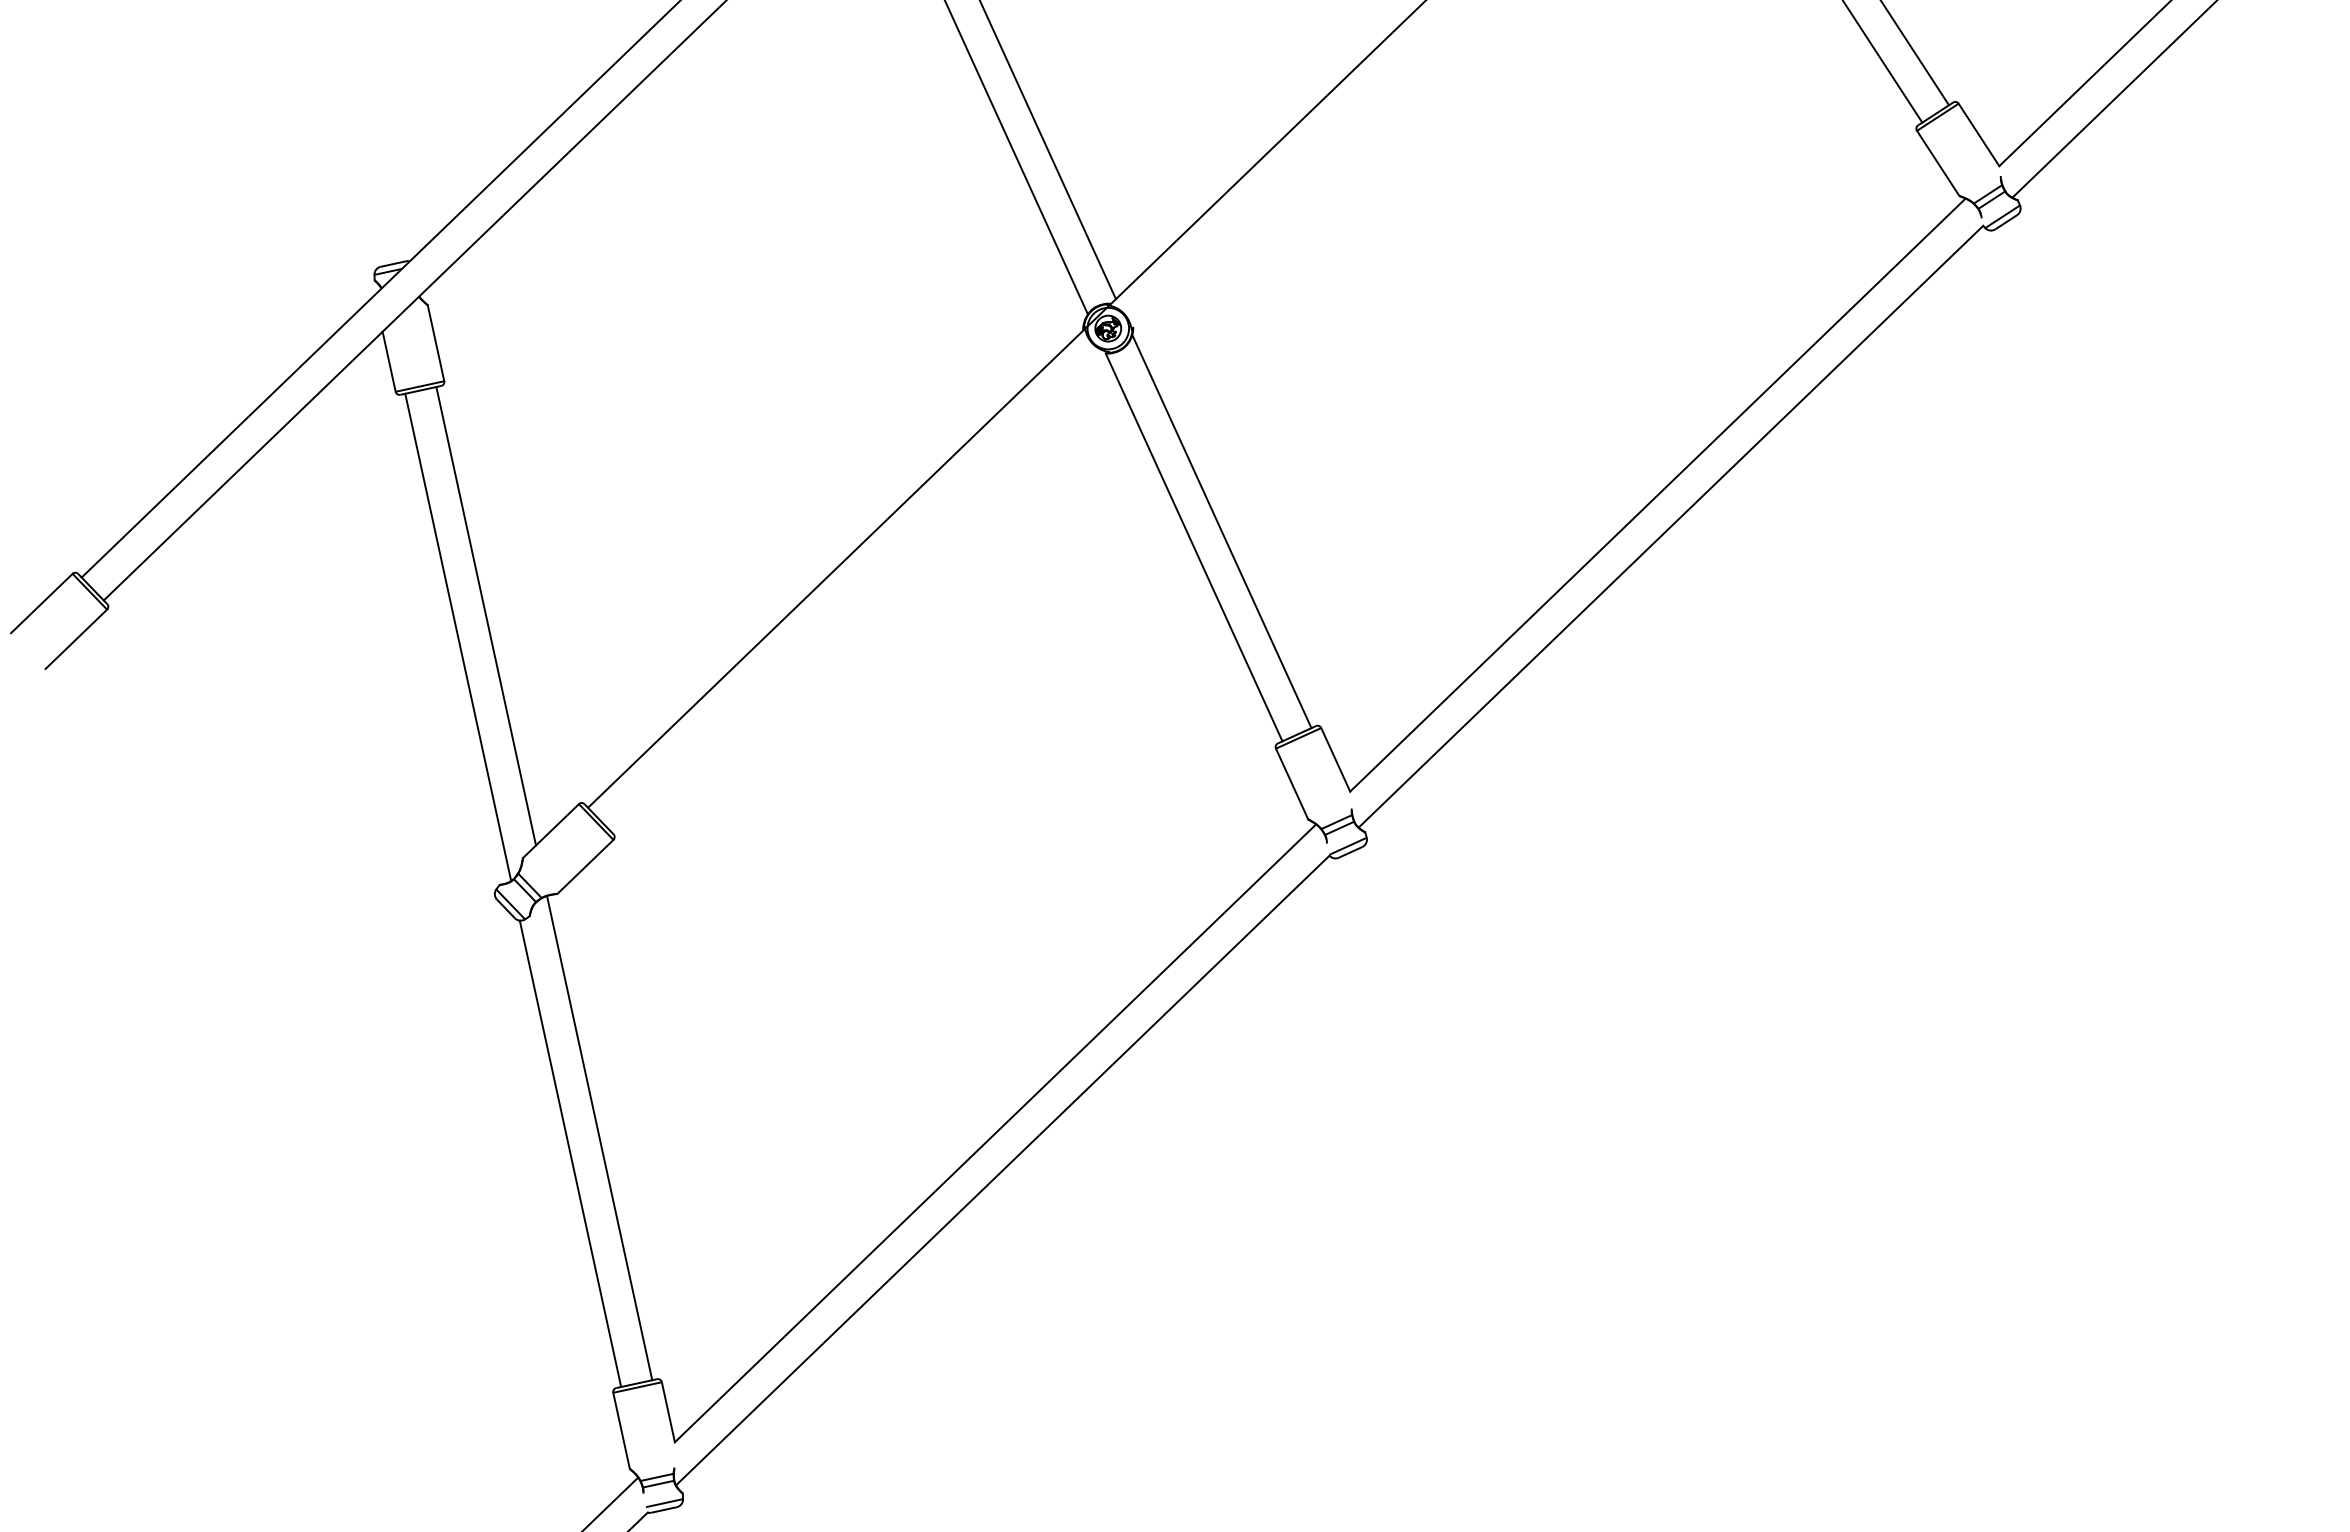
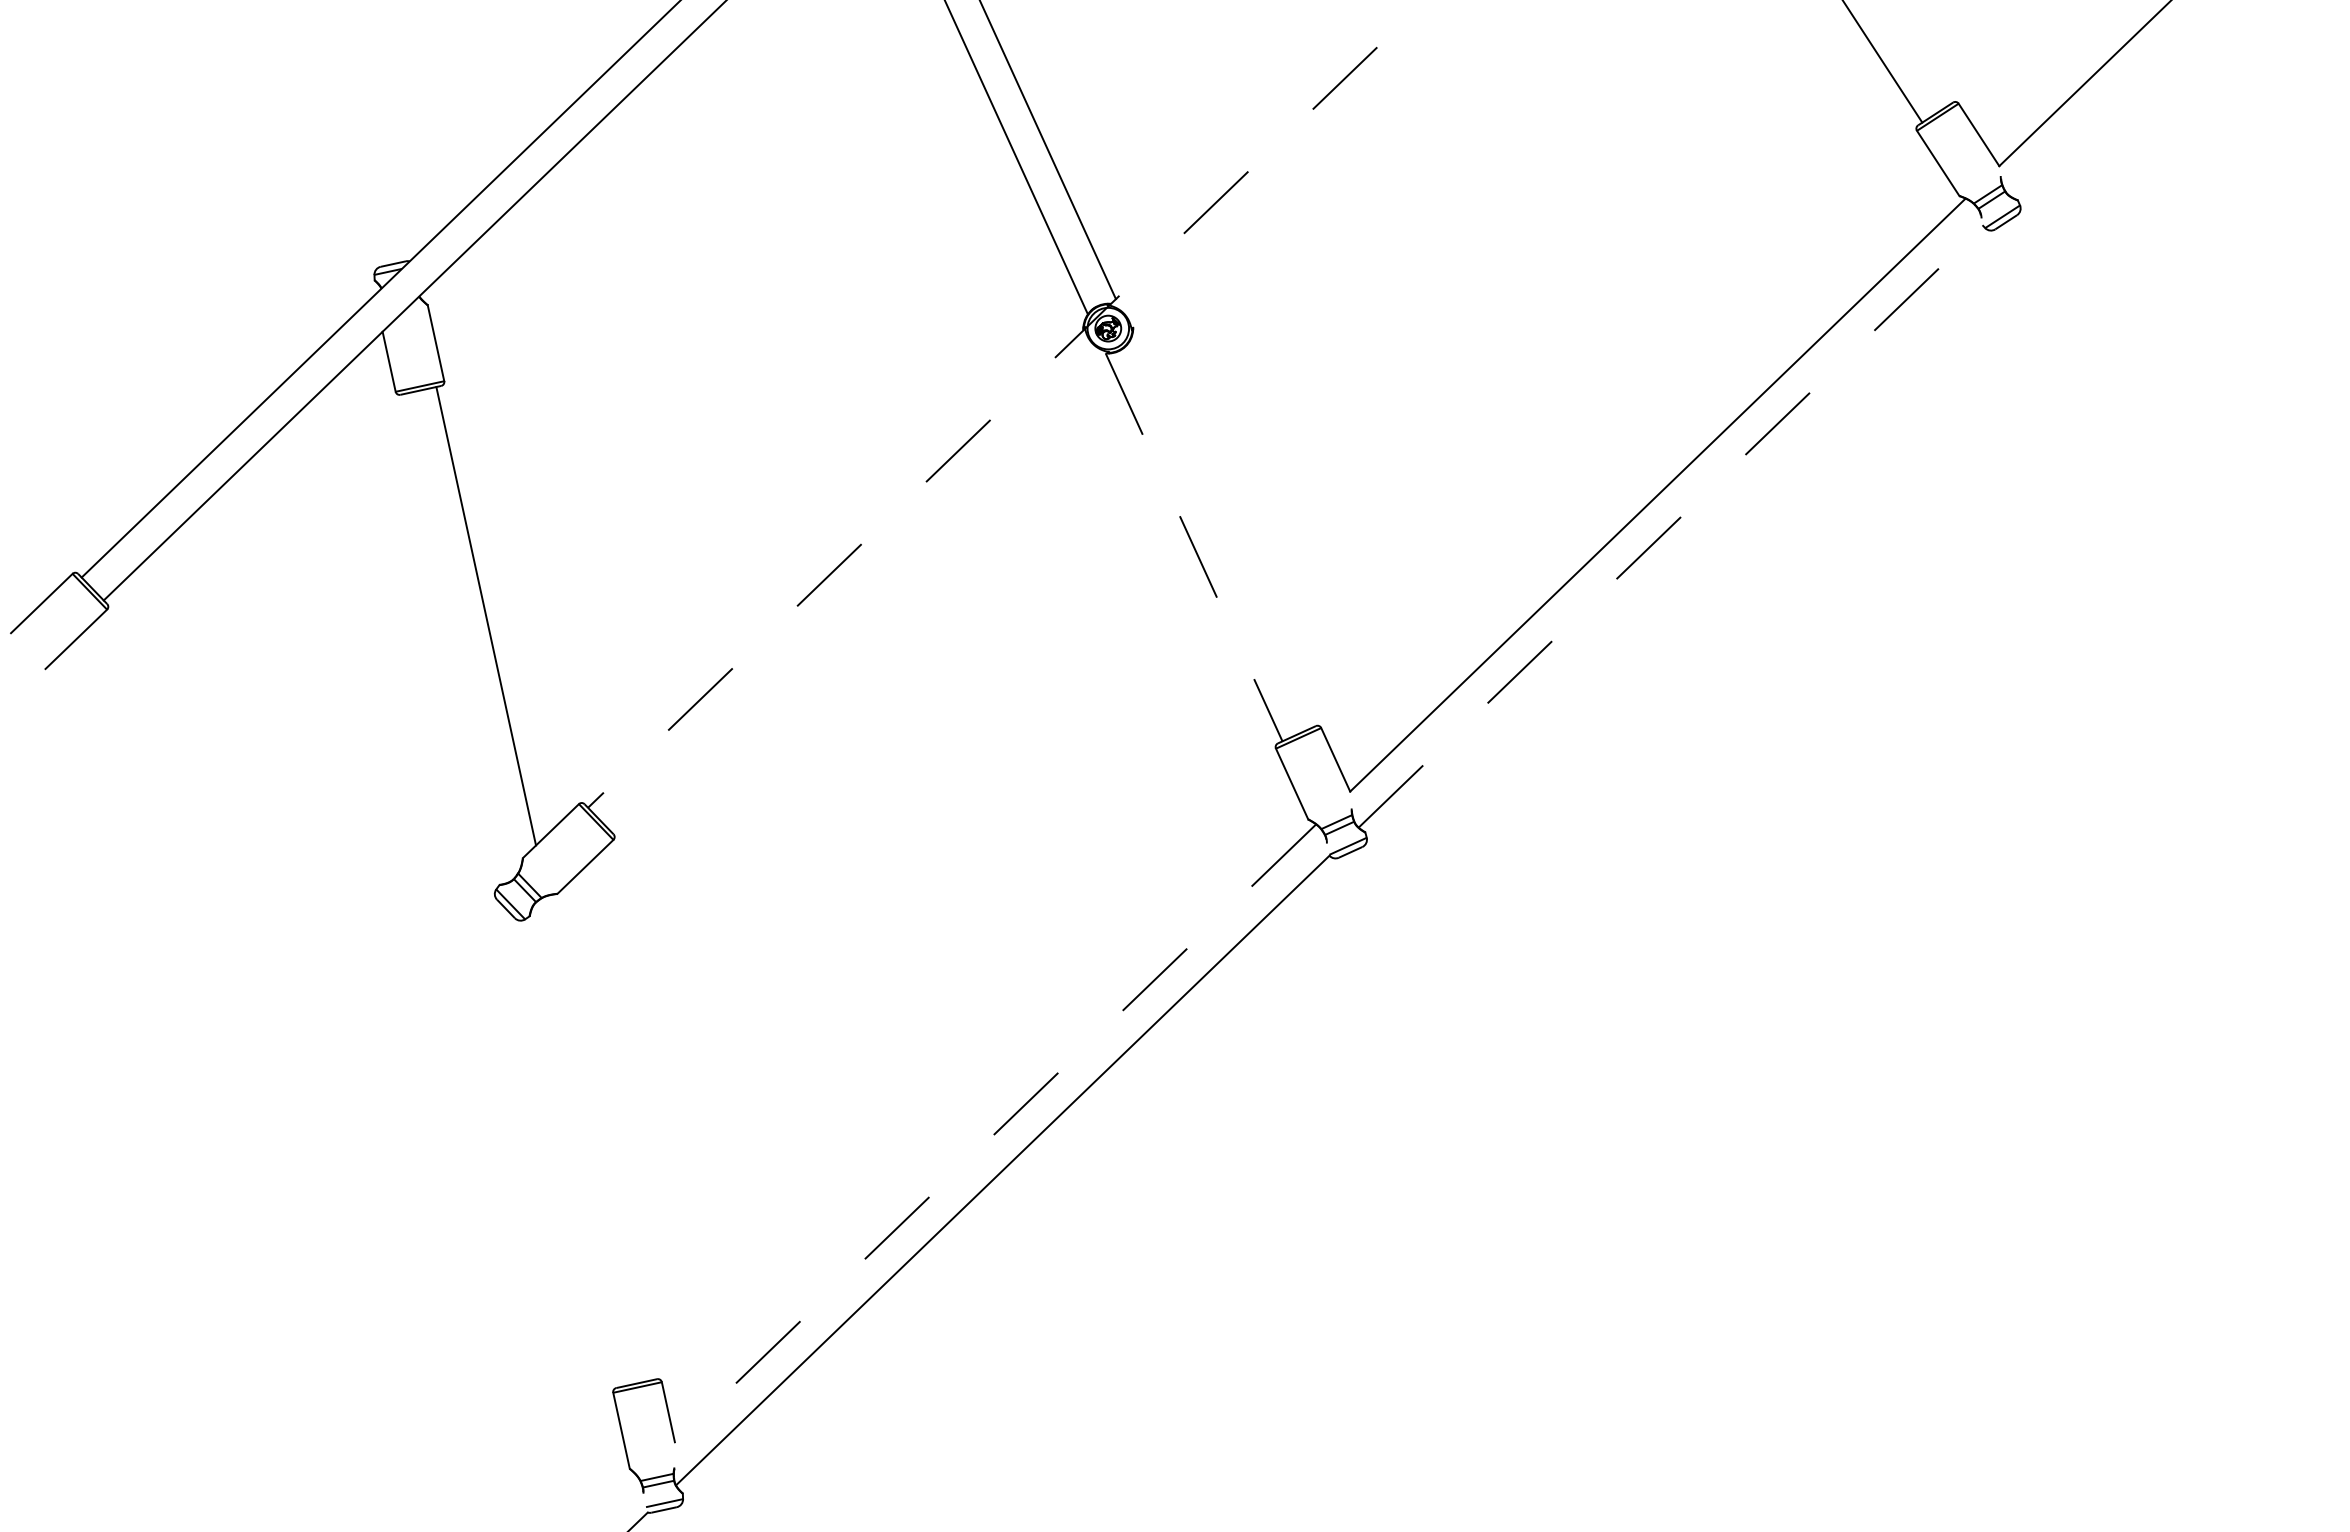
line at (1915, 53): present -> none
line at (2113, 99): present -> none
line at (1007, 404): solid -> dashed
line at (1670, 526): solid -> dashed
line at (1221, 531): present -> none
line at (1194, 547): solid -> dashed
line at (458, 637): present -> none
line at (995, 1133): solid -> dashed
line at (599, 1138): present -> none
line at (570, 1153): present -> none
line at (611, 1502): present -> none
